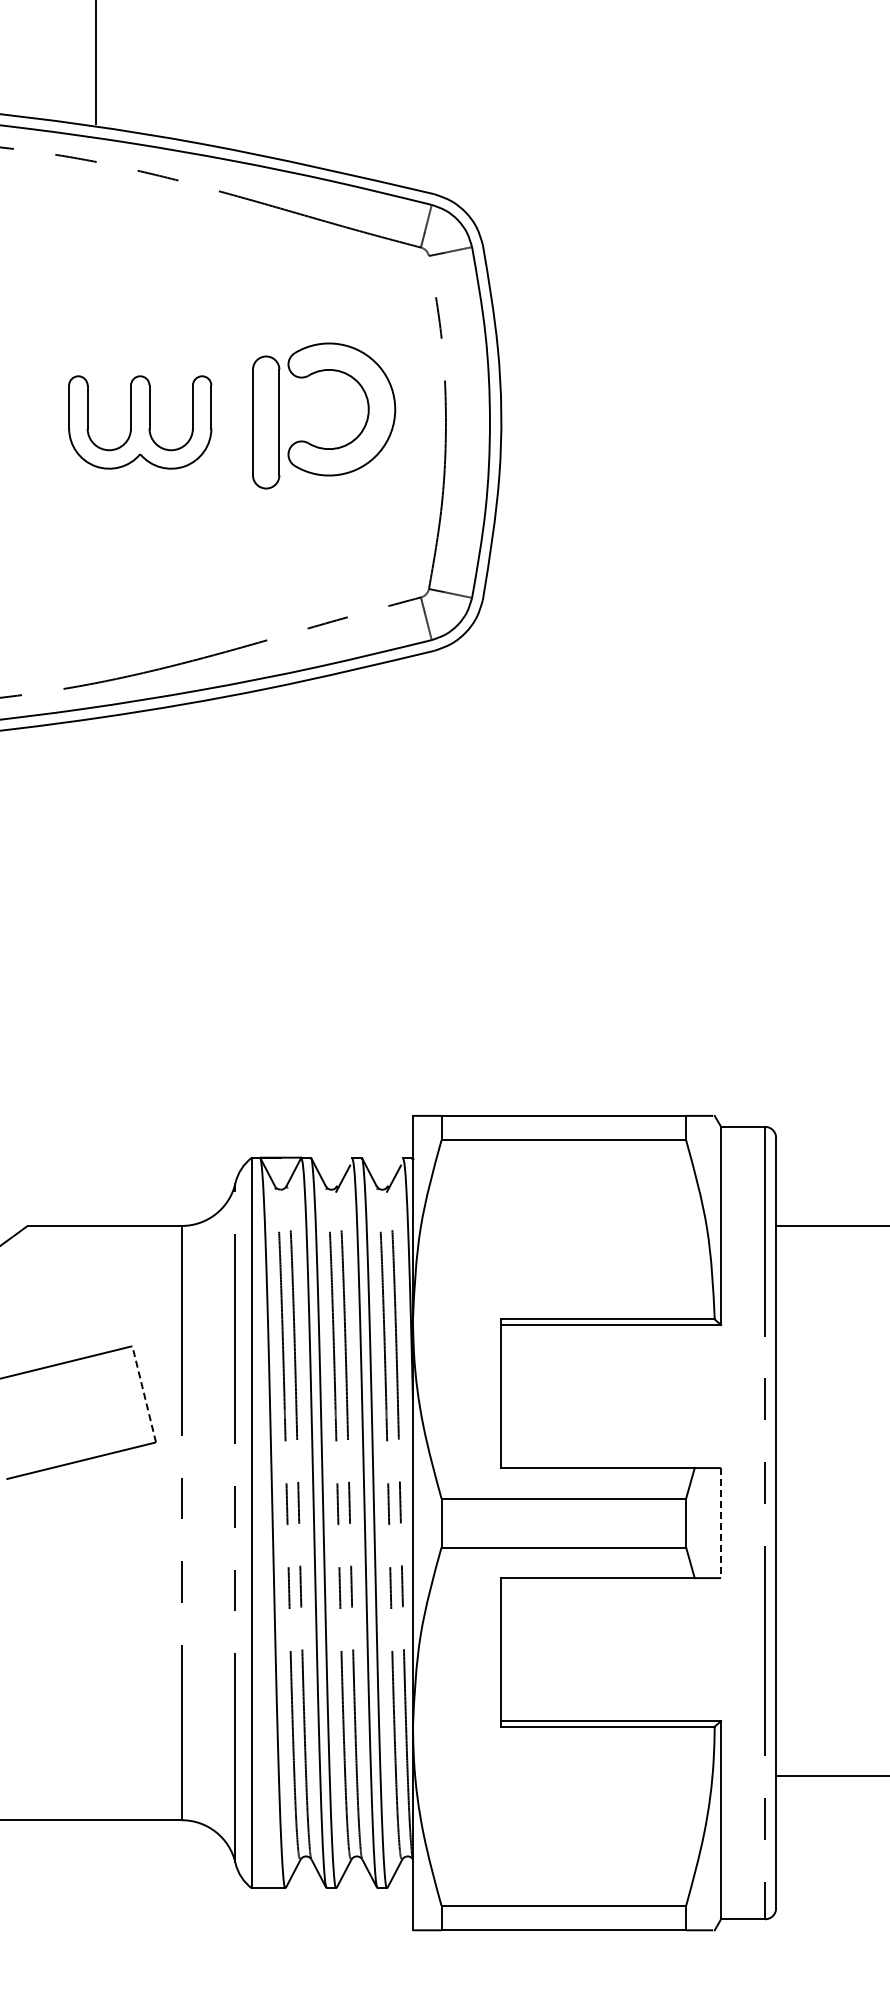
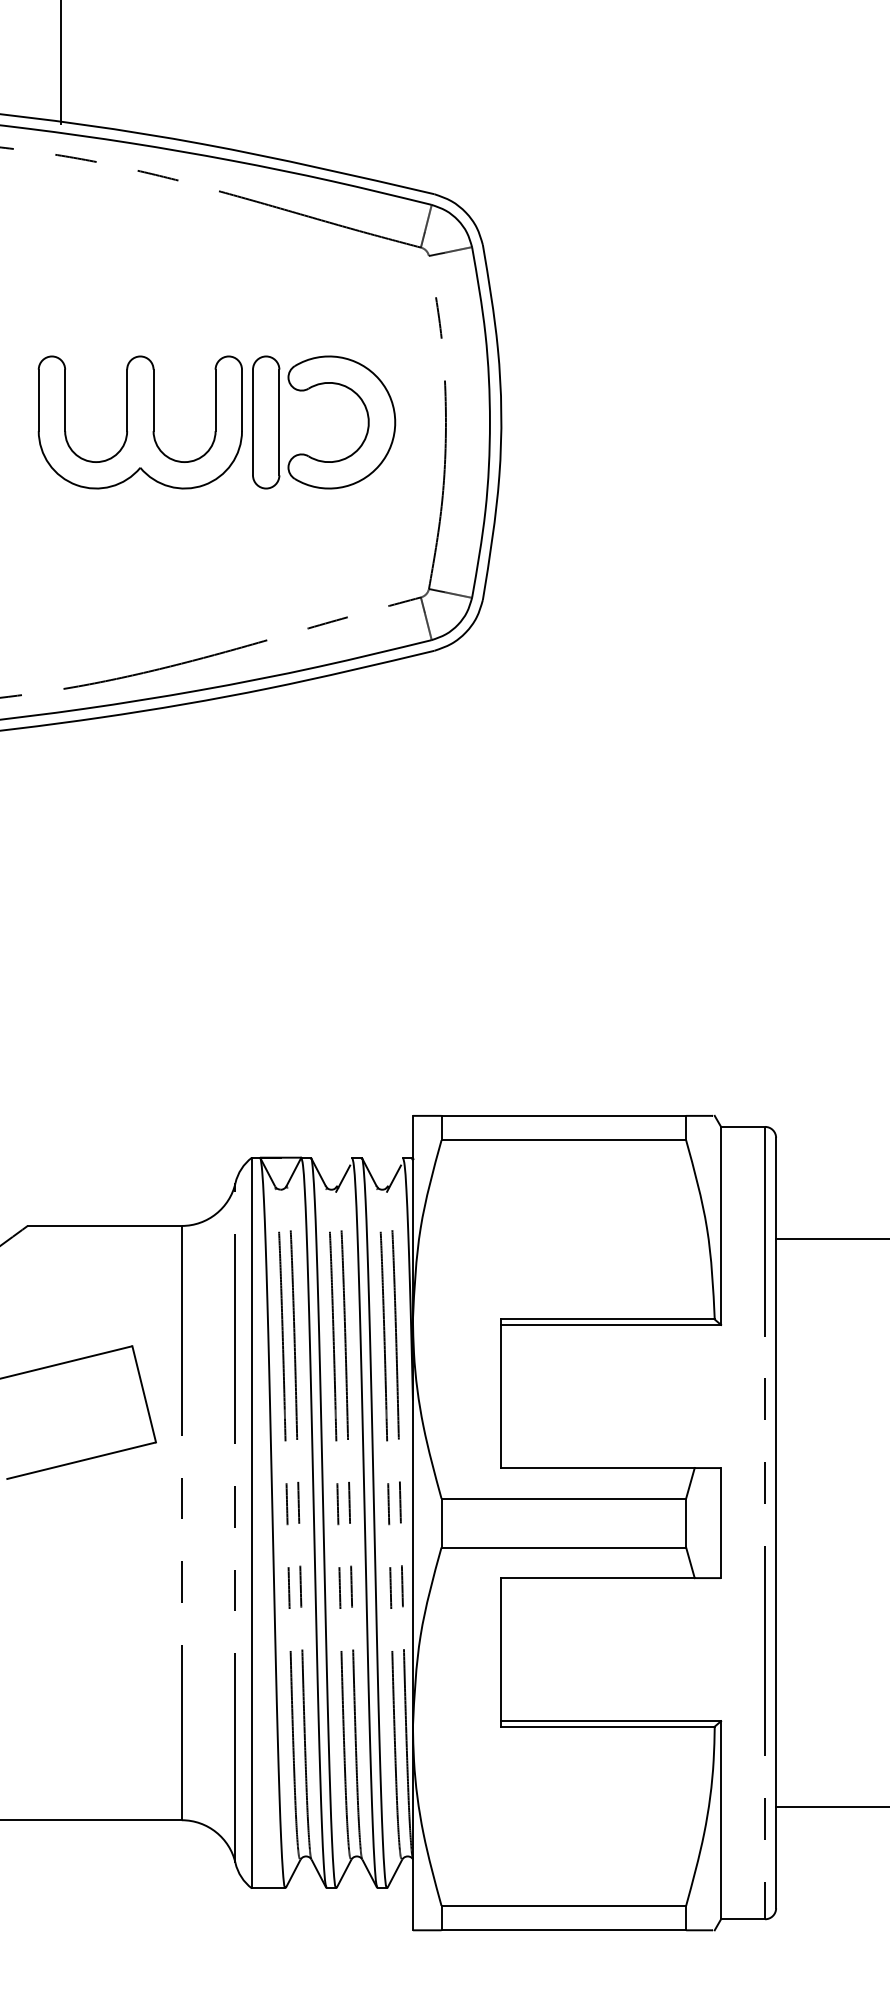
line at (95, 62) position: (95, 62) -> (60, 62)
part at (367, 409) position: (367, 409) -> (367, 422)
part at (140, 422) size: 145x95 px -> 206x135 px
line at (831, 1226) position: (831, 1226) -> (831, 1239)
line at (144, 1394): dashed -> solid
line at (721, 1523): dashed -> solid
line at (831, 1776) position: (831, 1776) -> (831, 1807)
